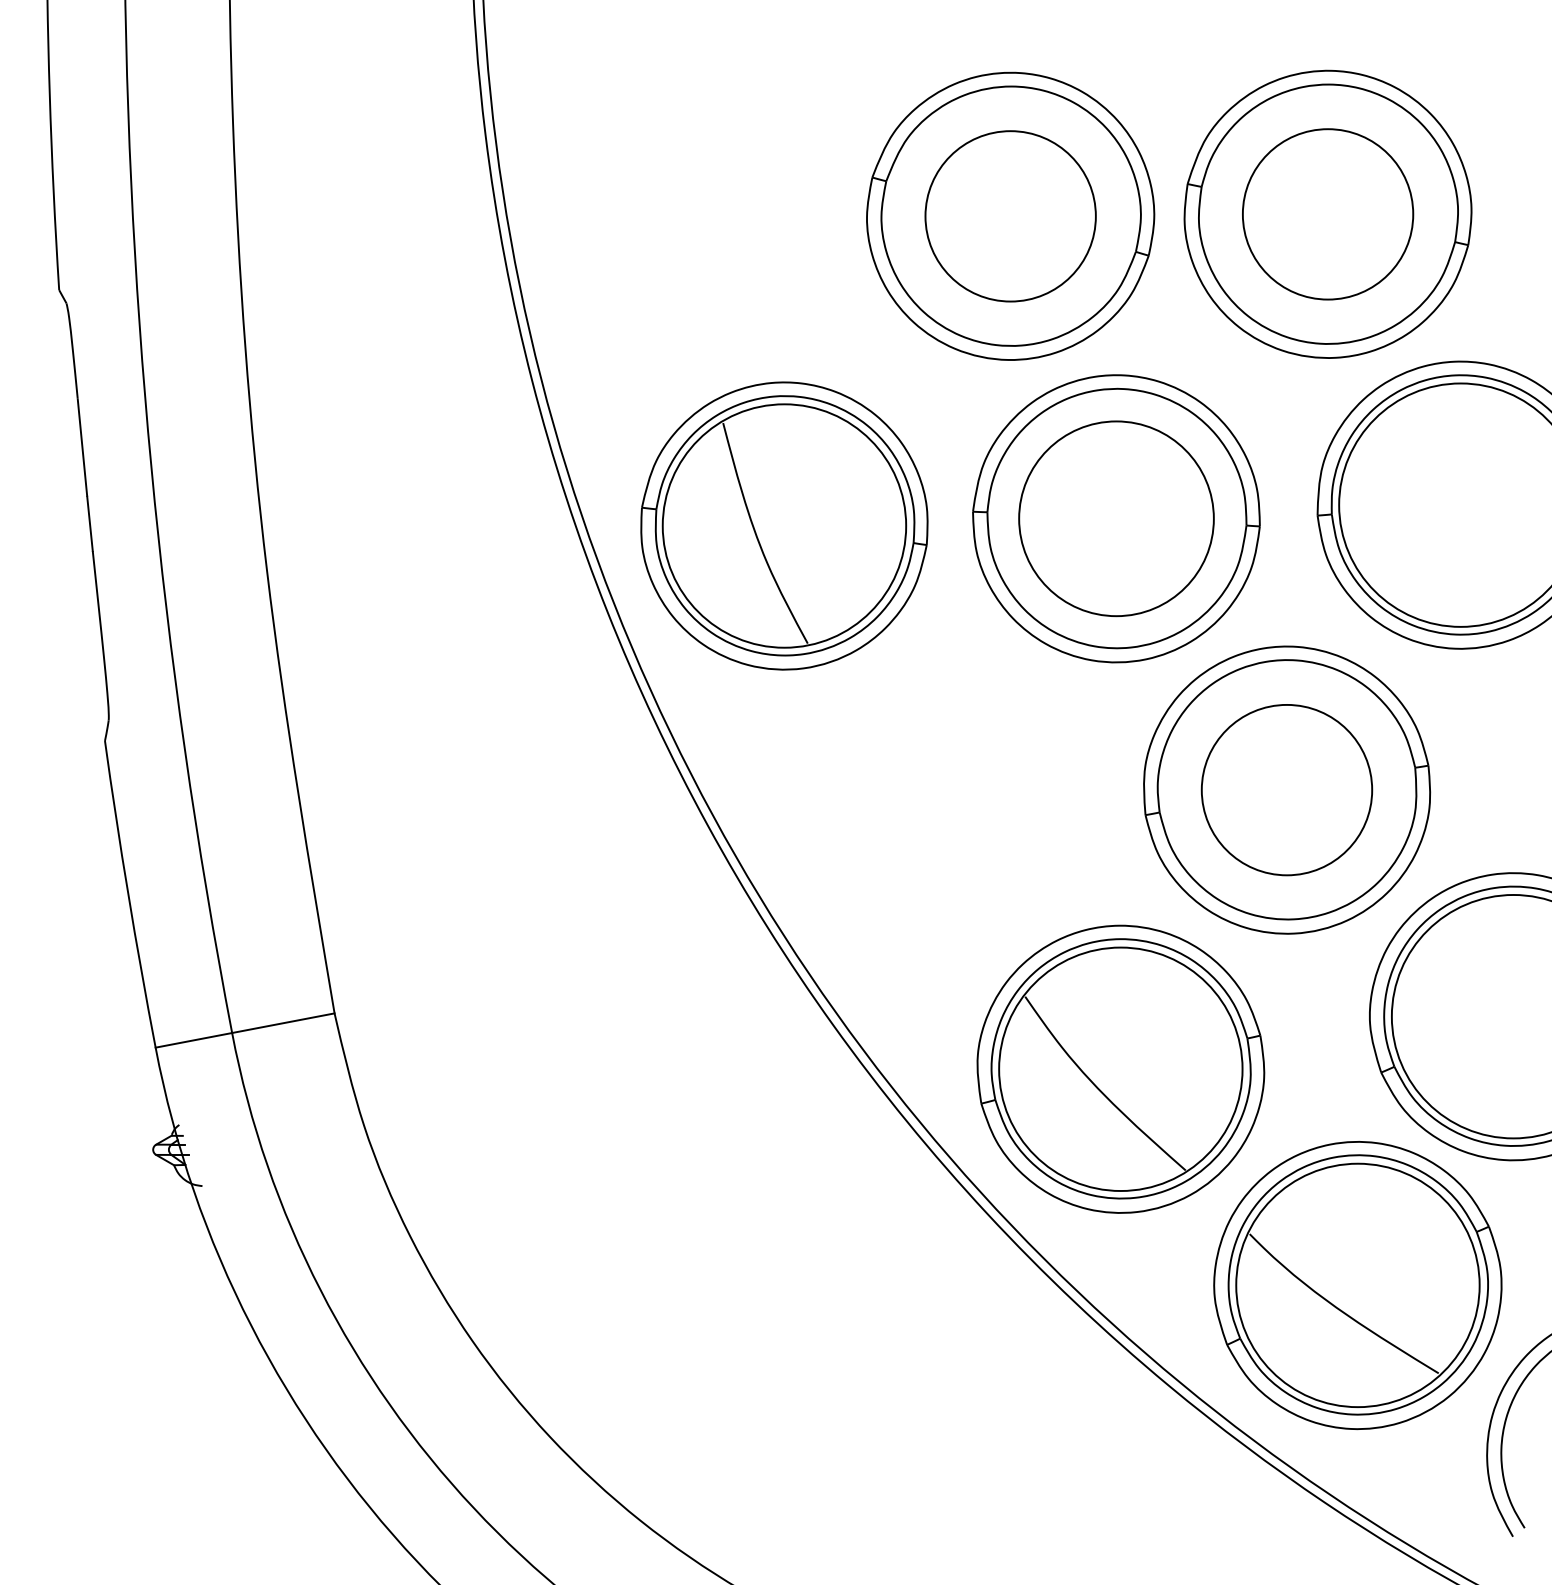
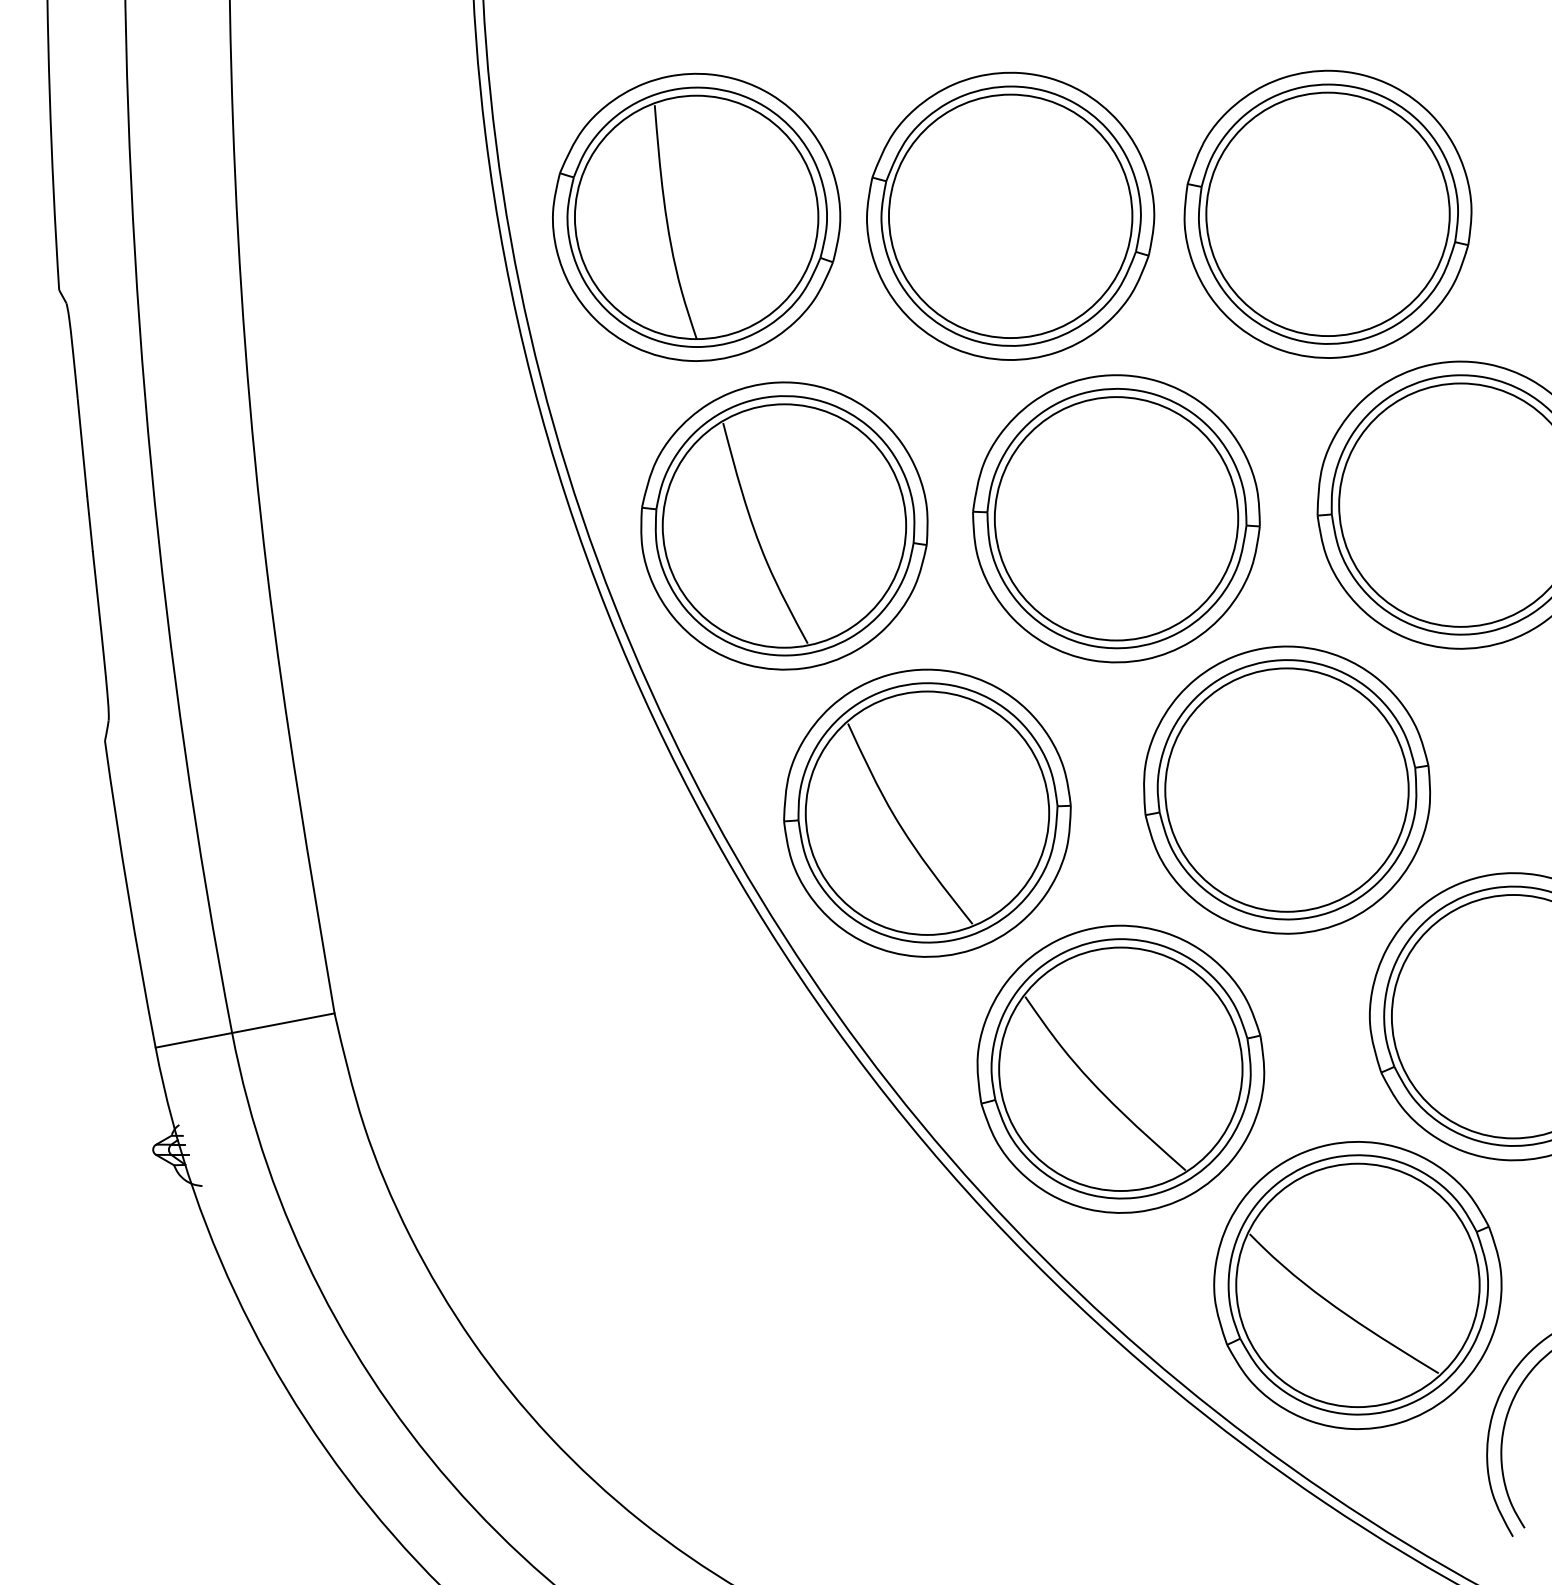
circle at (1327, 214) diameter: 170 px -> 243 px
part at (696, 216): none -> present
circle at (1010, 216) diameter: 170 px -> 243 px
circle at (1116, 518) diameter: 195 px -> 243 px
circle at (1286, 789) diameter: 170 px -> 243 px
part at (927, 812): none -> present
